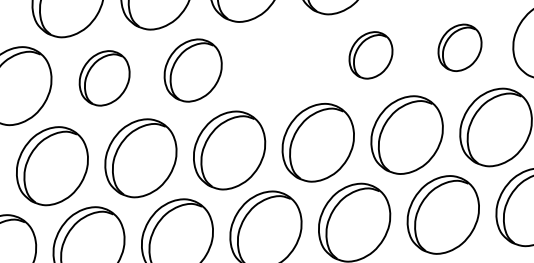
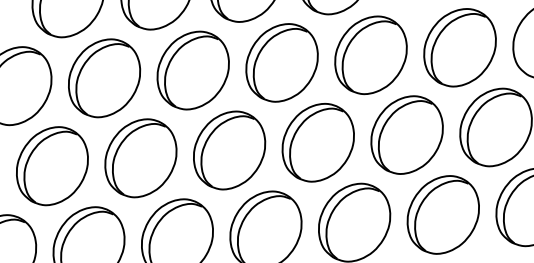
part at (459, 47) size: 46x49 px -> 74x80 px
part at (370, 55) size: 46x49 px -> 74x81 px
part at (281, 62): none -> present
part at (192, 70) size: 60x65 px -> 74x81 px
part at (104, 78) size: 53x57 px -> 74x81 px
